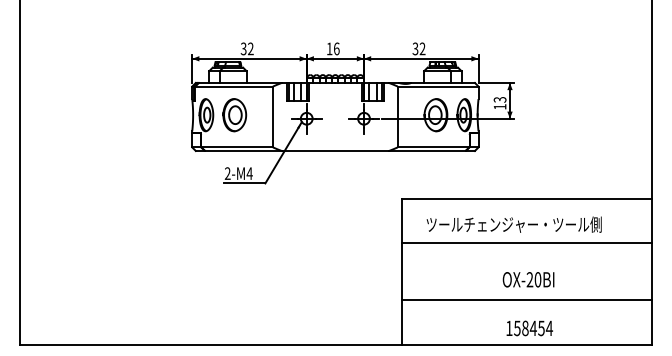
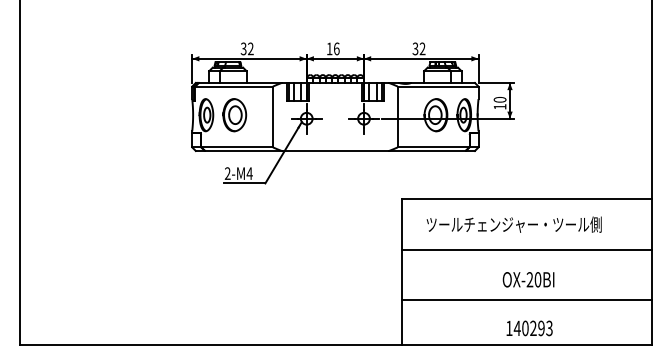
text at (499, 99): 13 -> 10
line at (526, 242) position: (526, 242) -> (526, 249)
text at (533, 328): 158454 -> 140293
